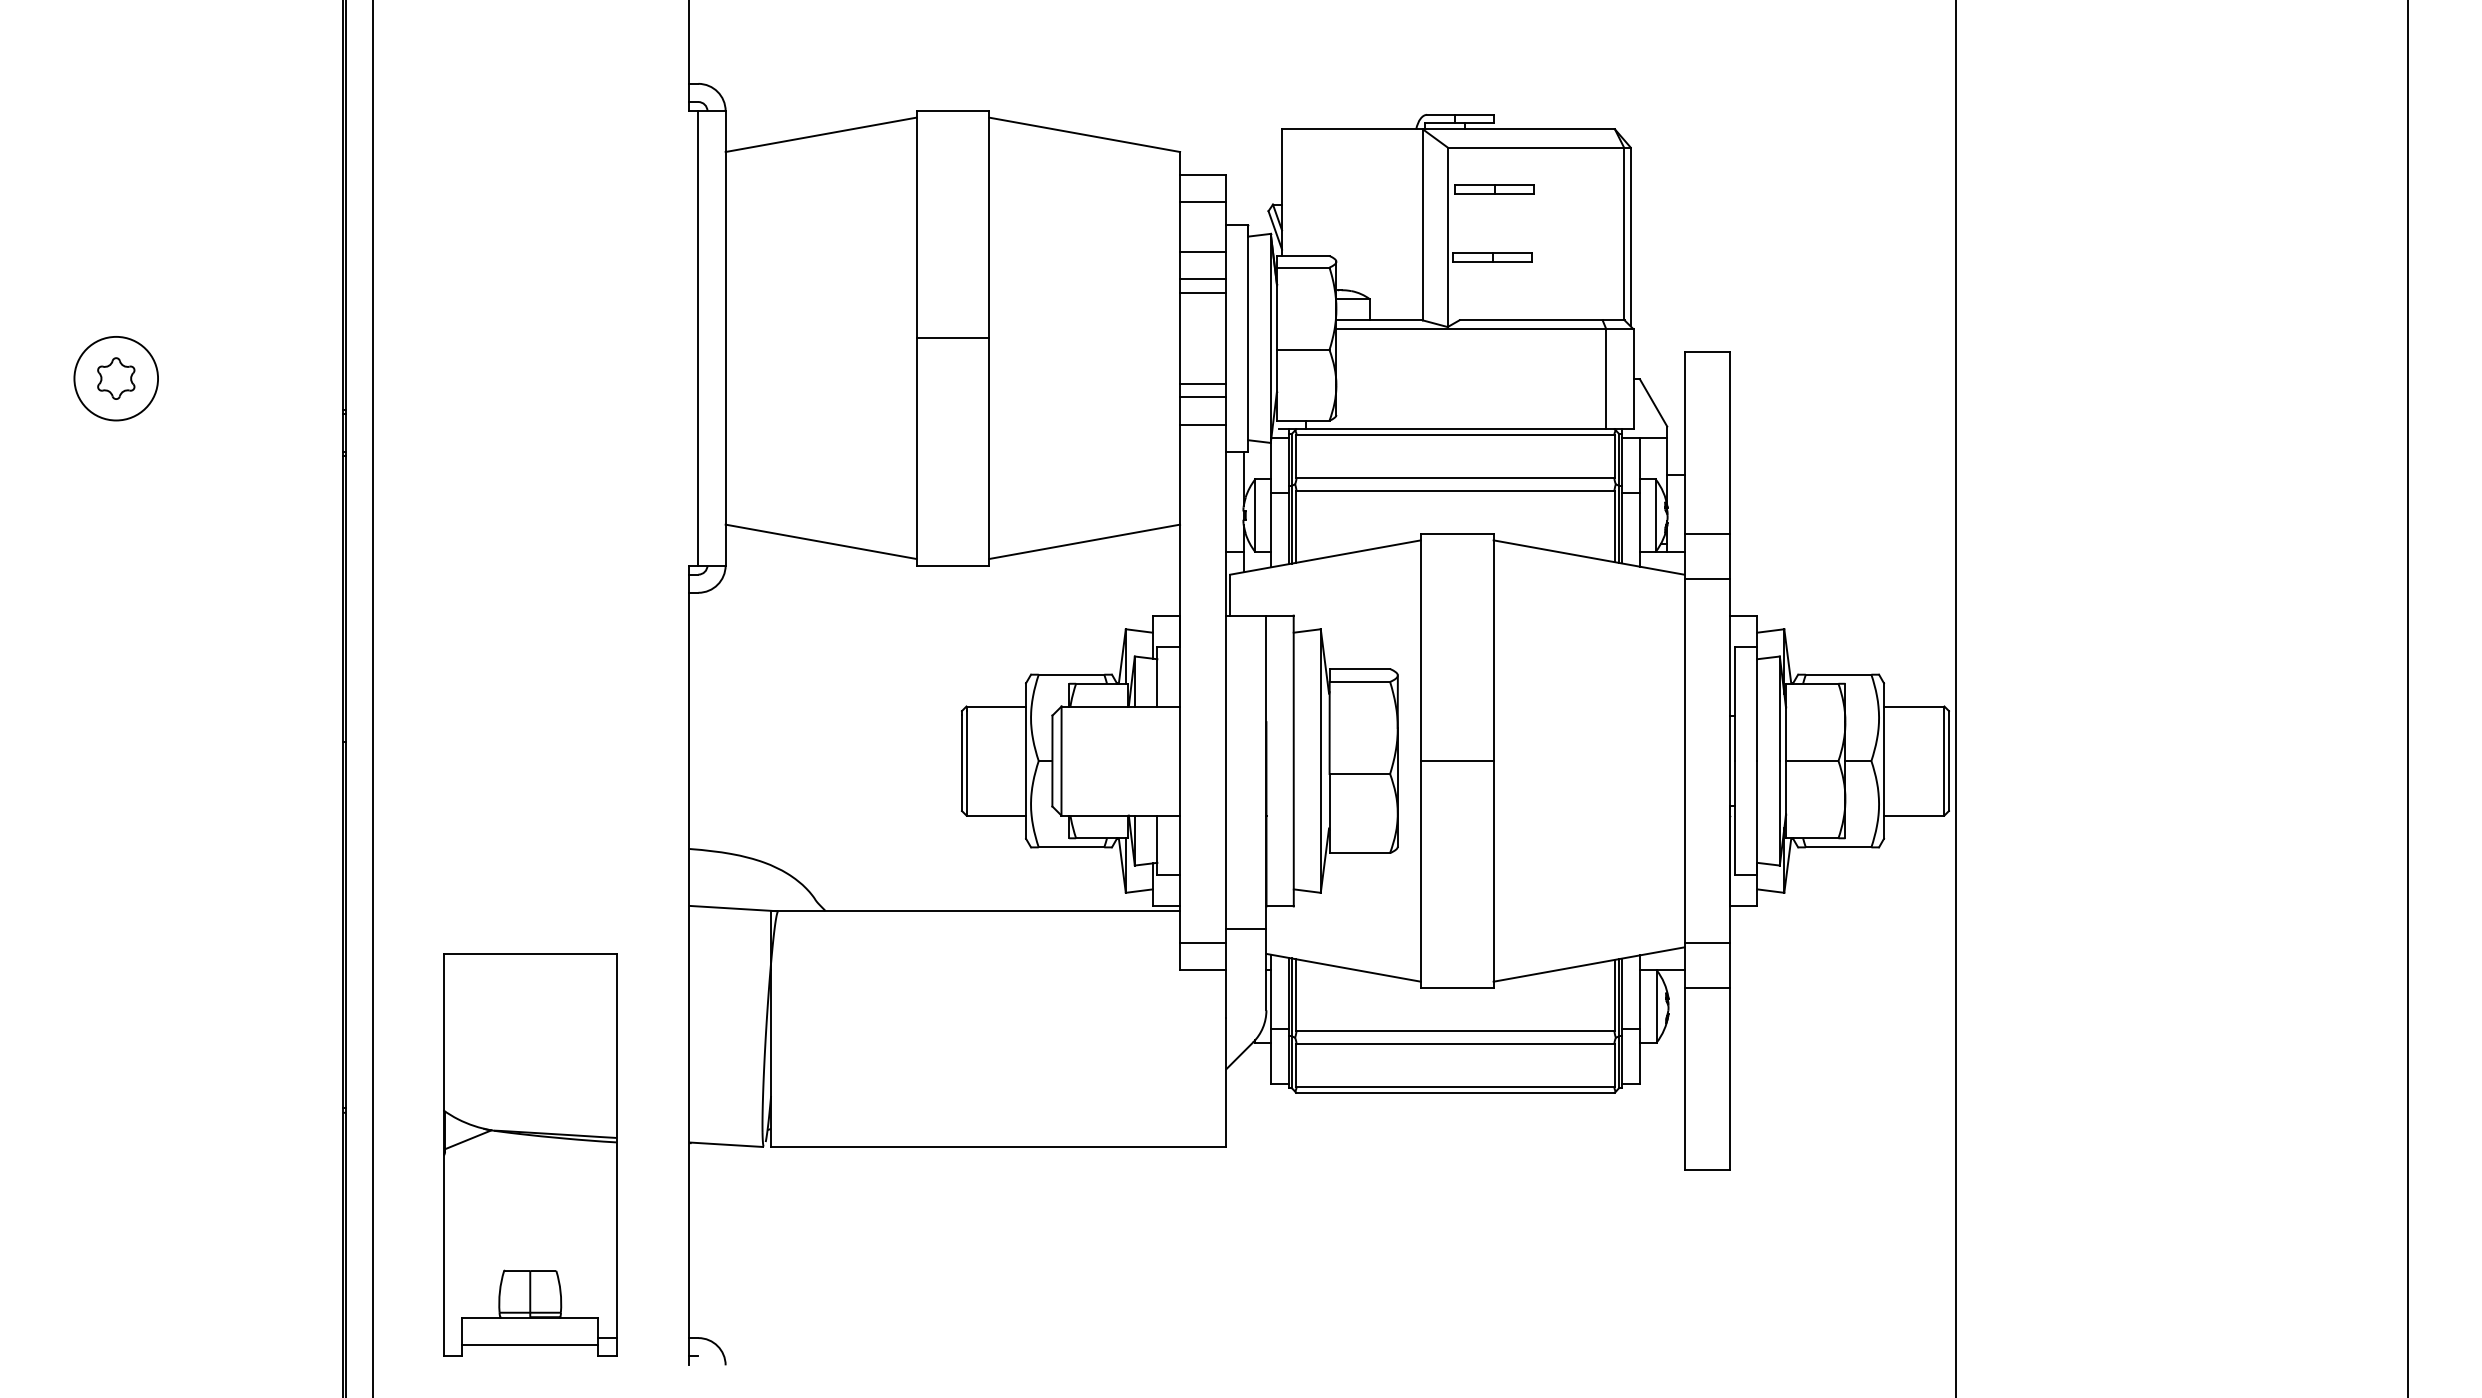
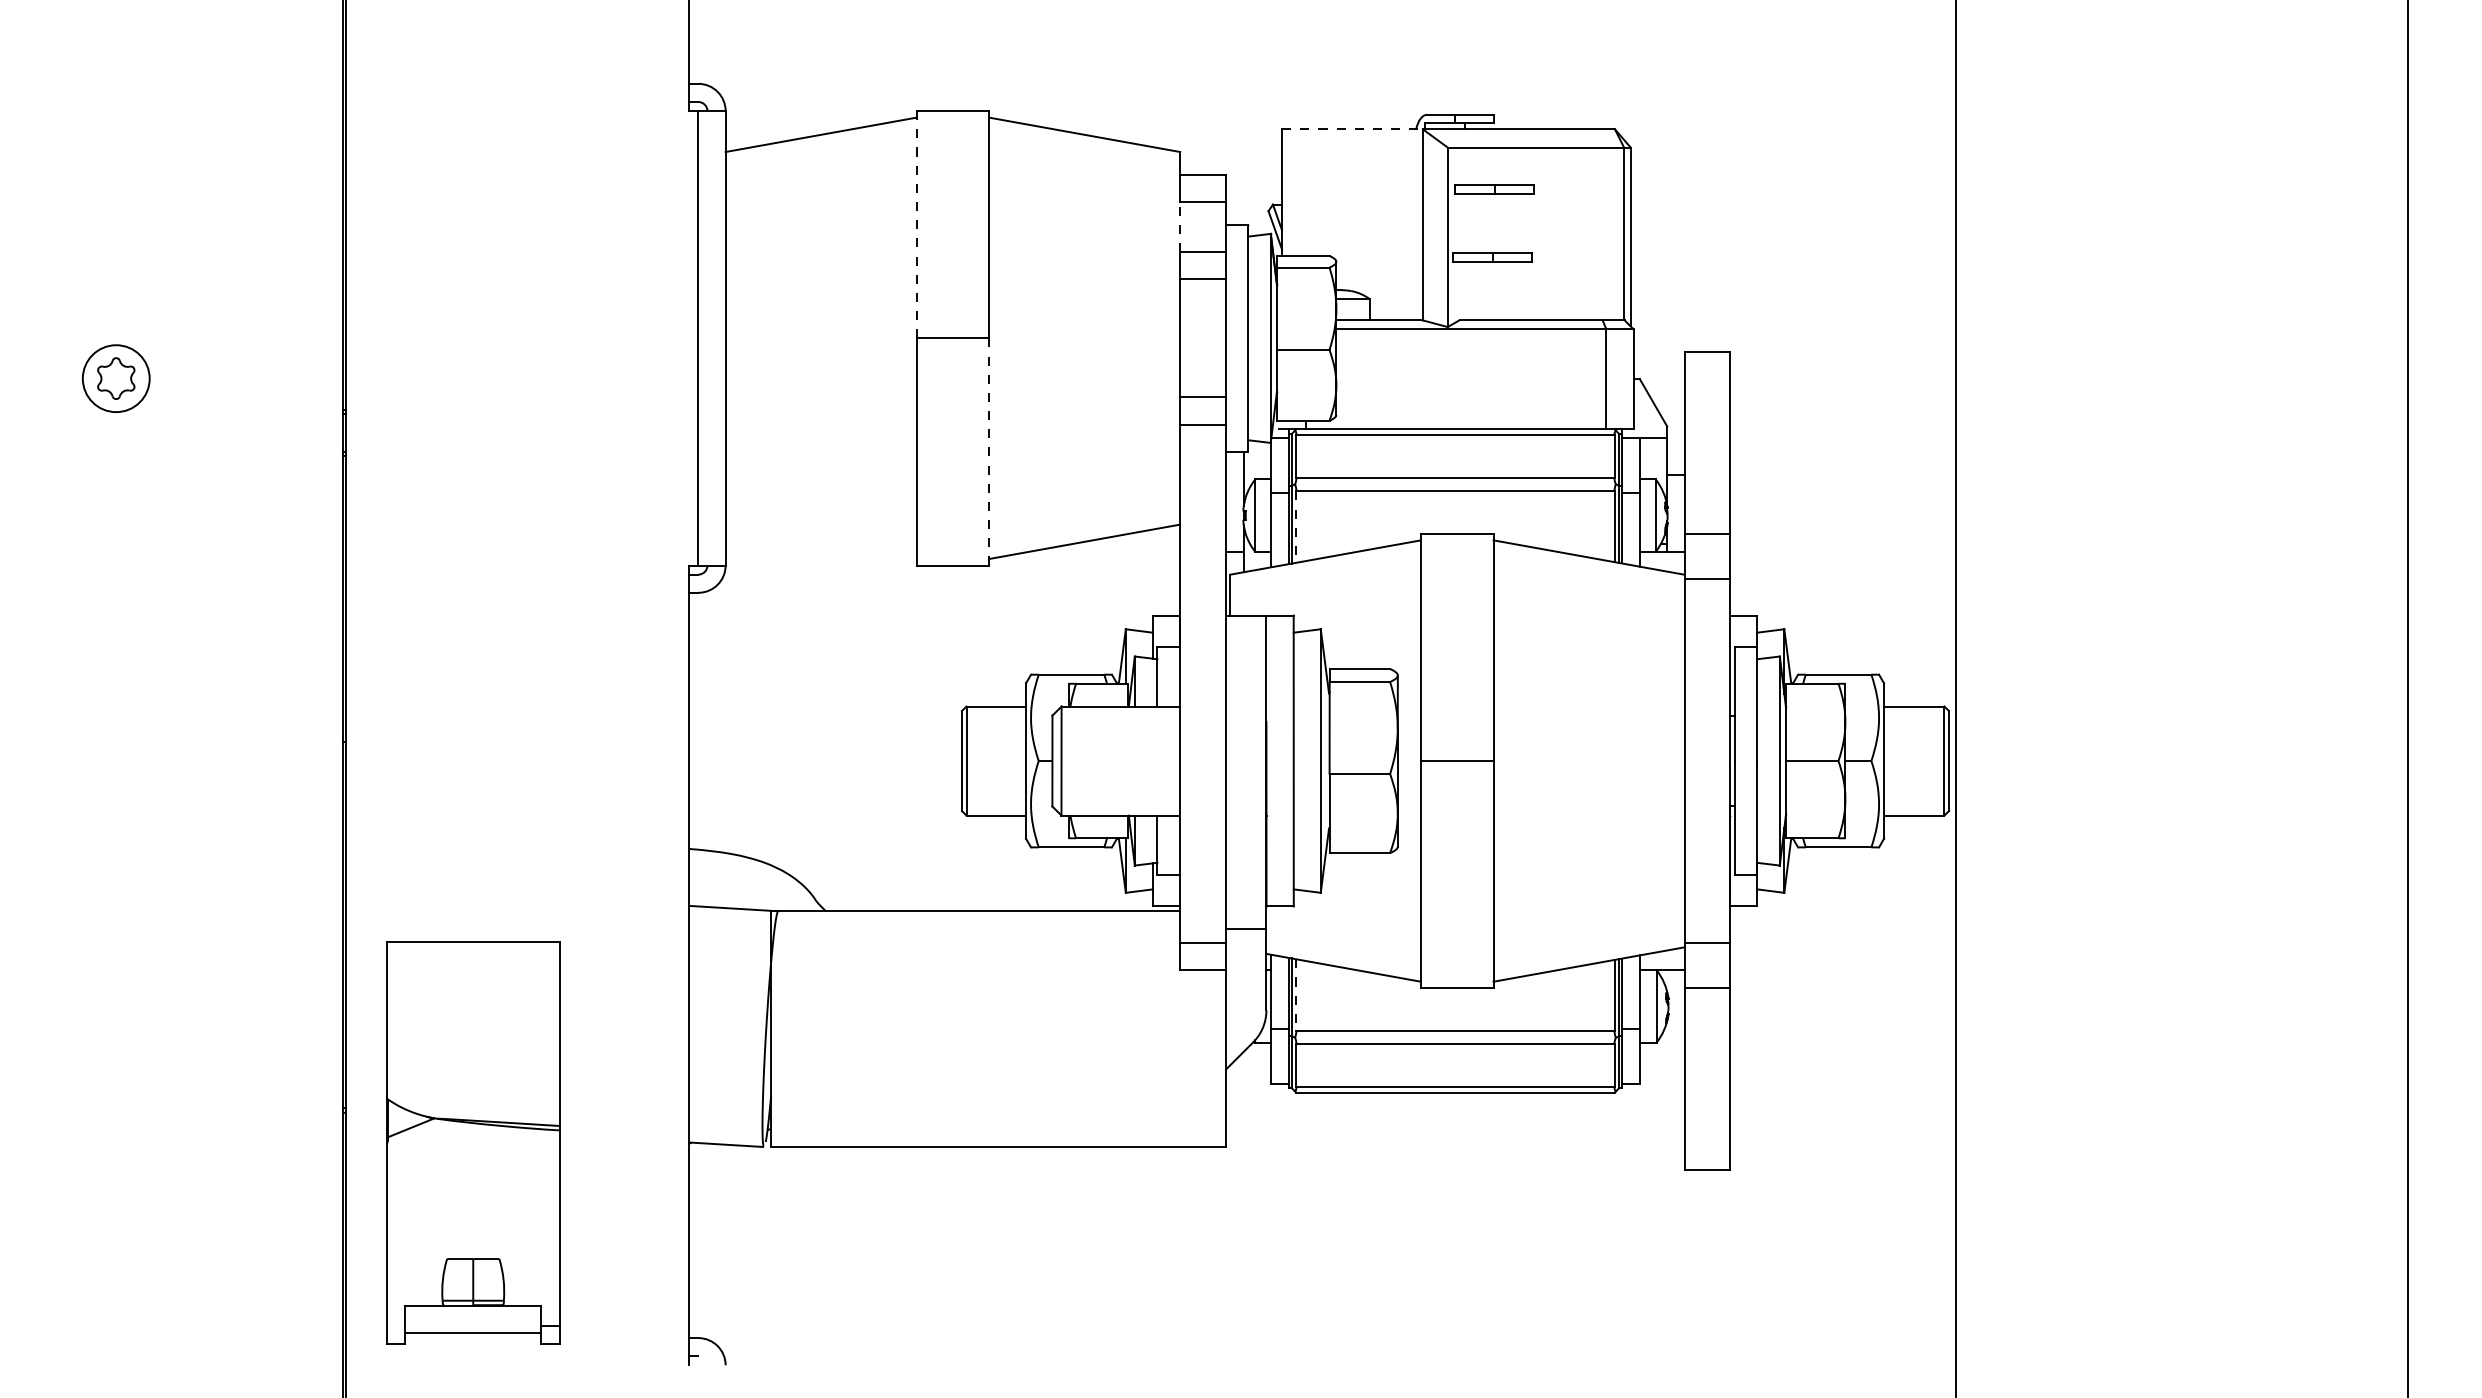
line at (1353, 129): solid -> dashed
line at (916, 224): solid -> dashed
line at (1180, 227): solid -> dashed
line at (1202, 292): present -> none
circle at (116, 378) diameter: 84 px -> 67 px
line at (1202, 383): present -> none
line at (989, 451): solid -> dashed
line at (1296, 527): solid -> dashed
line at (820, 541): present -> none
line at (372, 698): present -> none
line at (1296, 994): solid -> dashed
part at (530, 1154) position: (530, 1154) -> (473, 1142)
